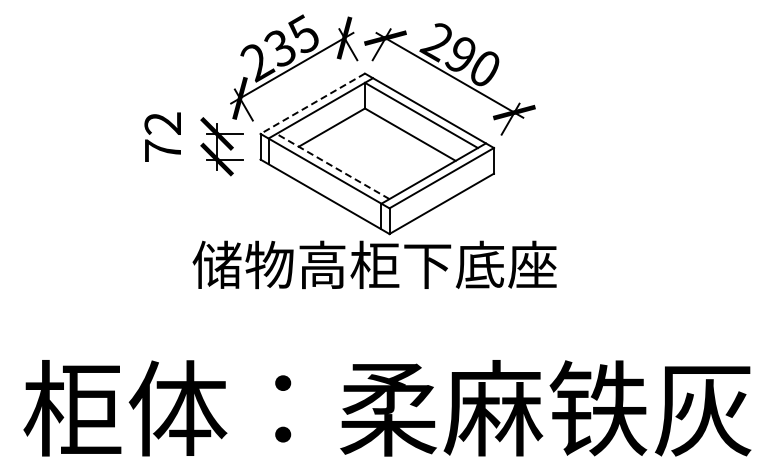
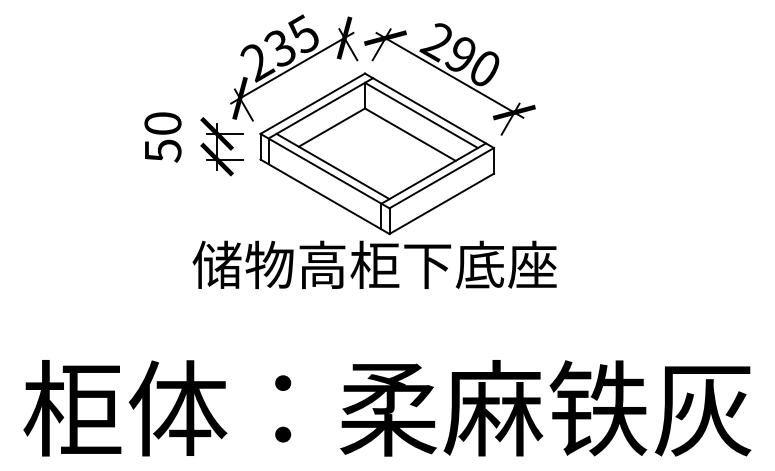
line at (312, 104): dashed -> solid
text at (162, 137): 72 -> 50
line at (332, 166): dashed -> solid
